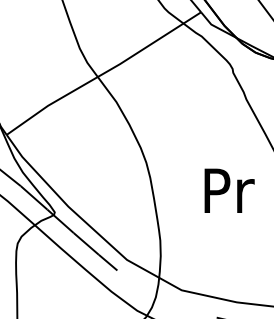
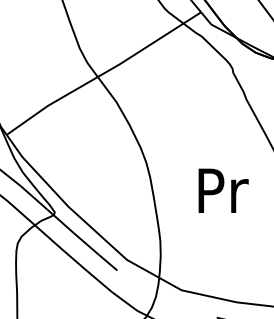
text at (229, 190) position: (229, 190) -> (223, 190)
